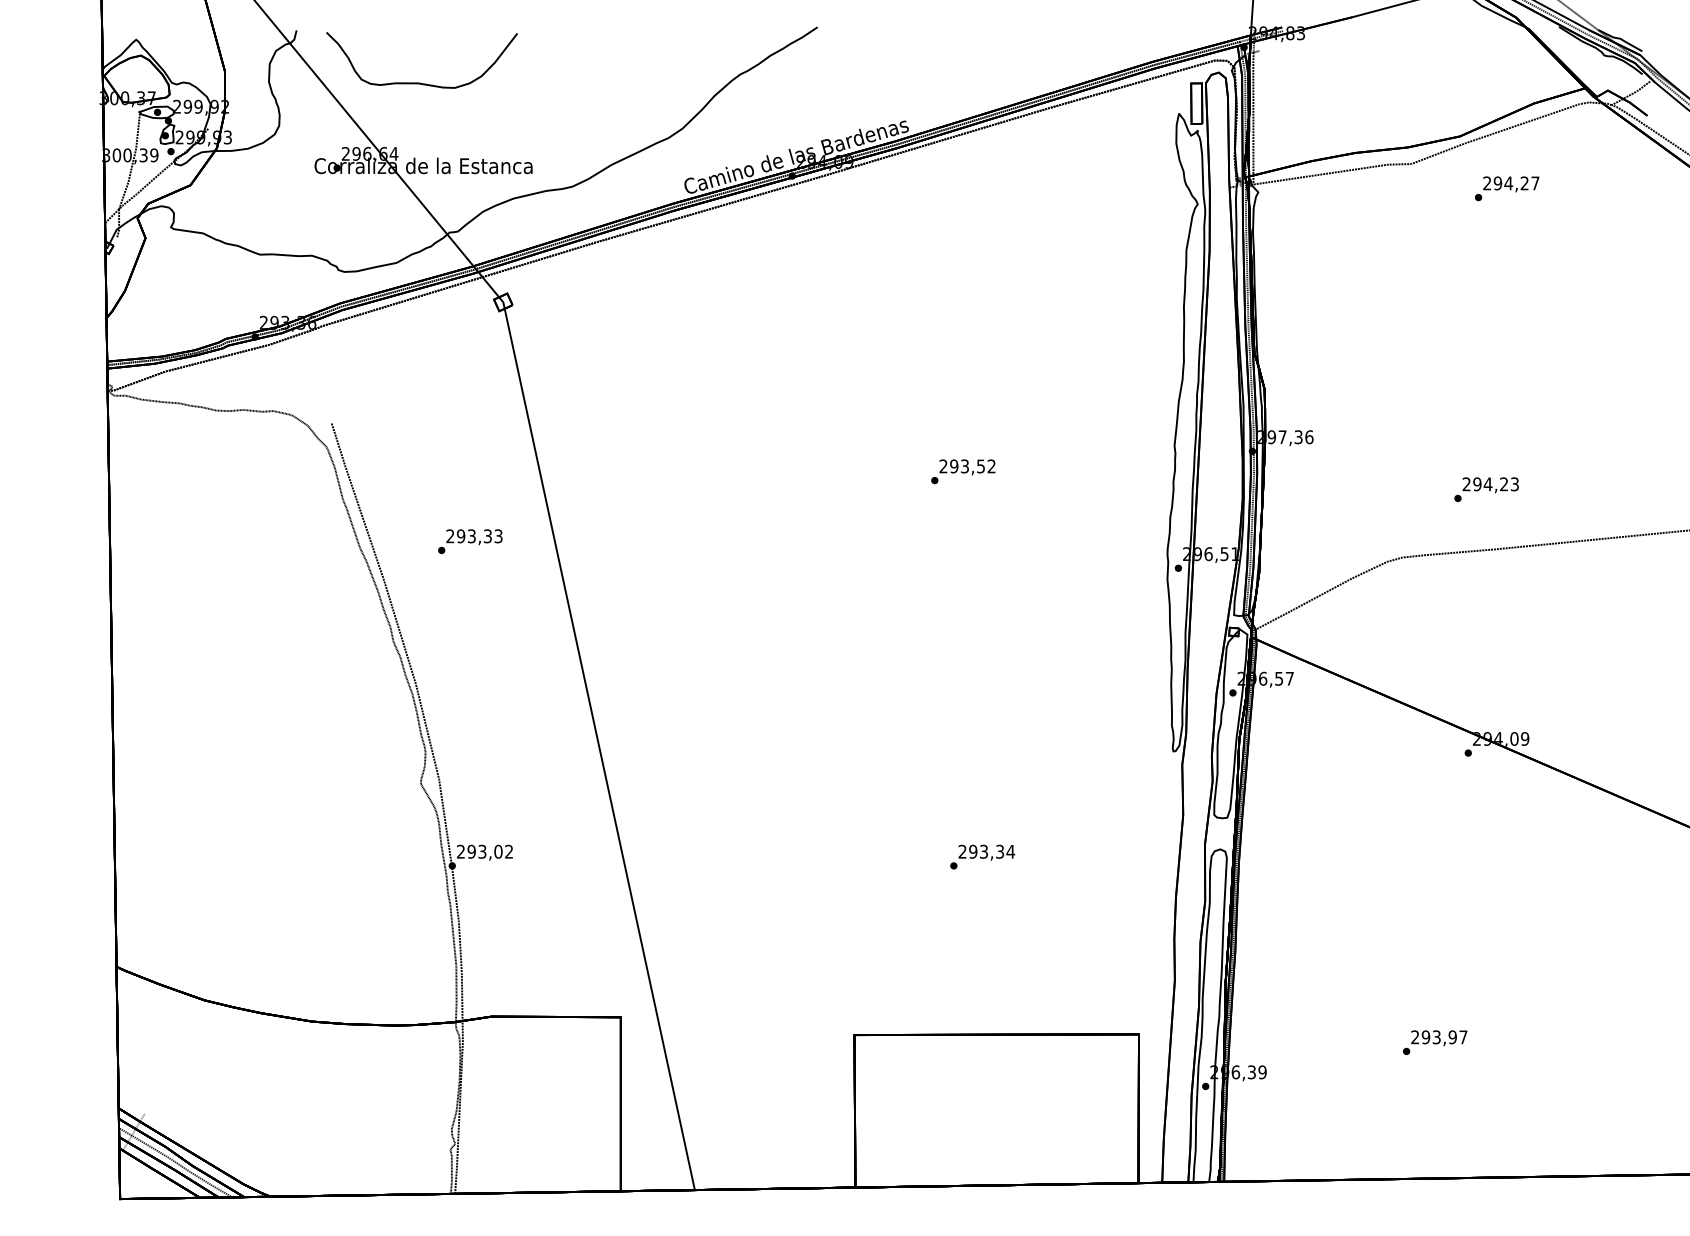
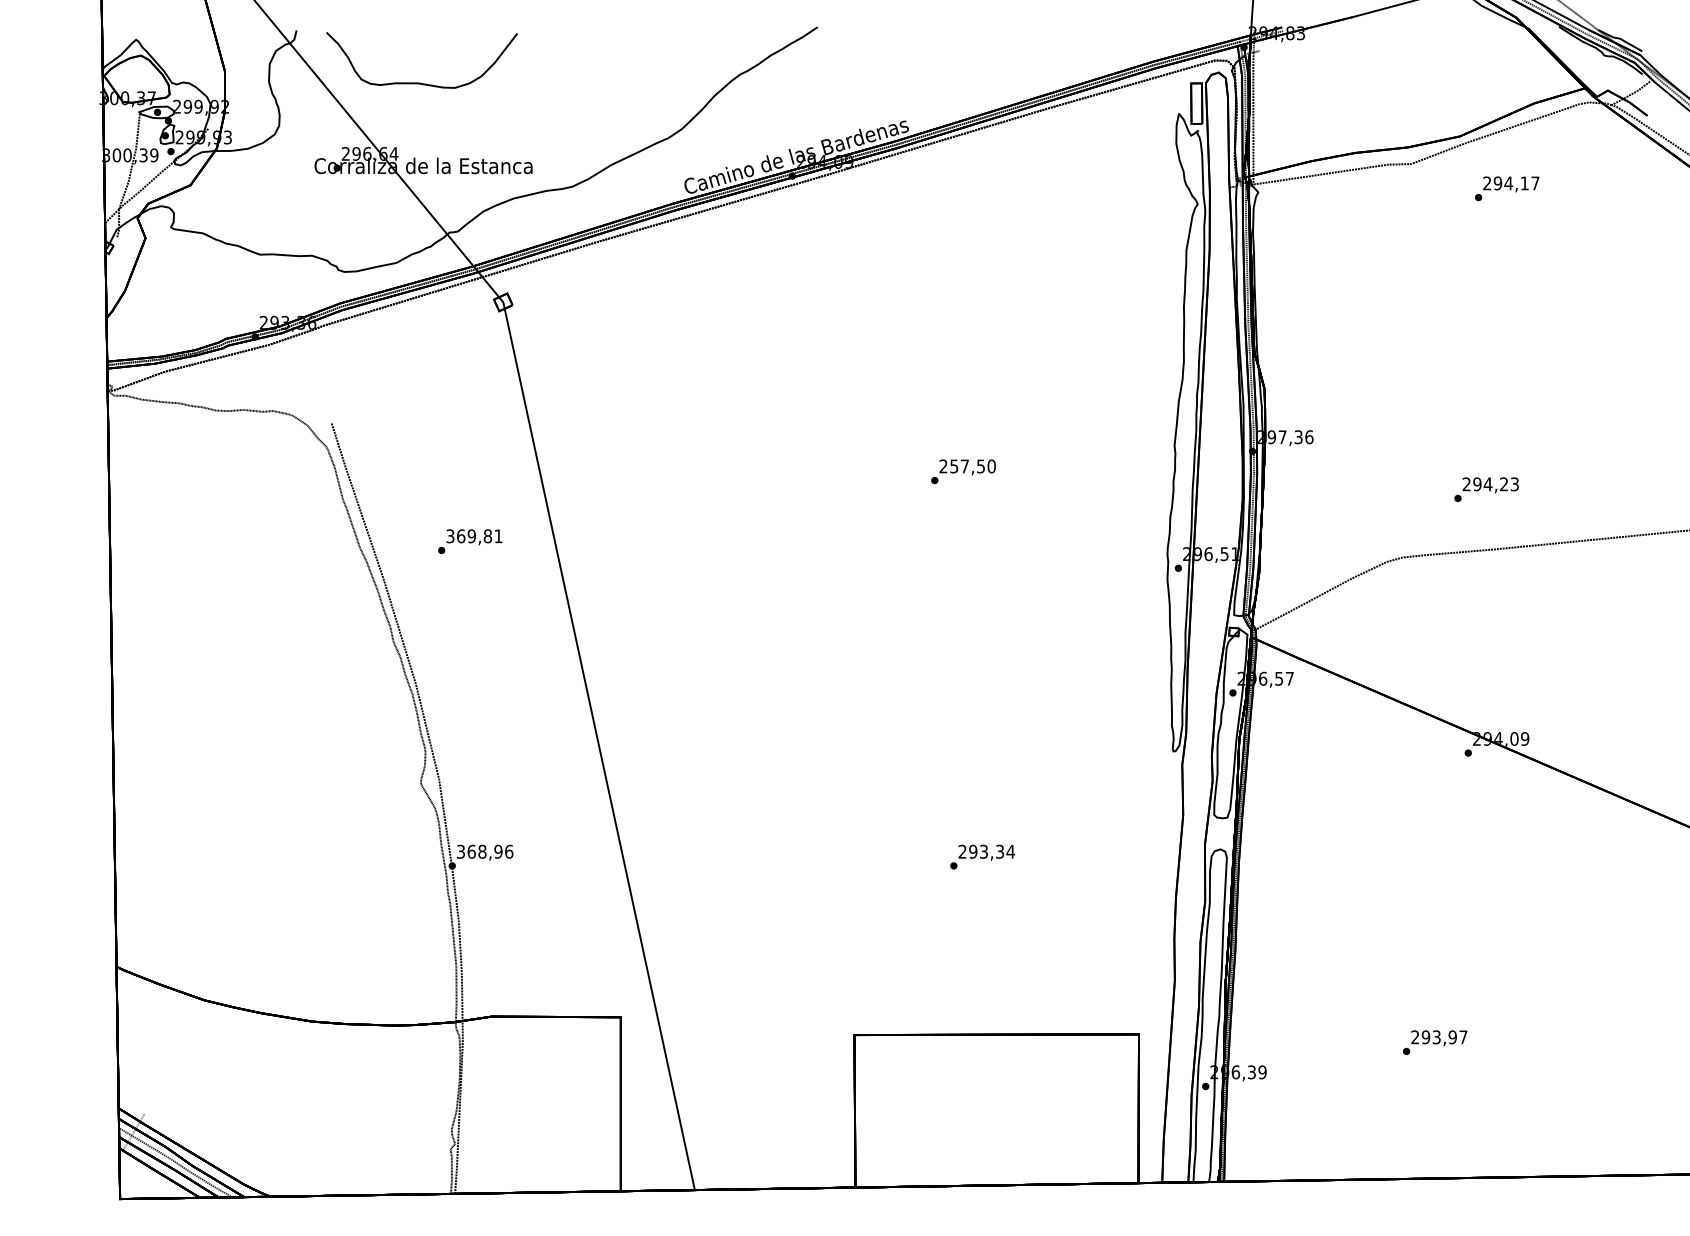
text at (1524, 183): 294,27 -> 294,17
text at (972, 466): 293,52 -> 257,50
text at (474, 536): 293,33 -> 369,81
text at (485, 851): 293,02 -> 368,96
